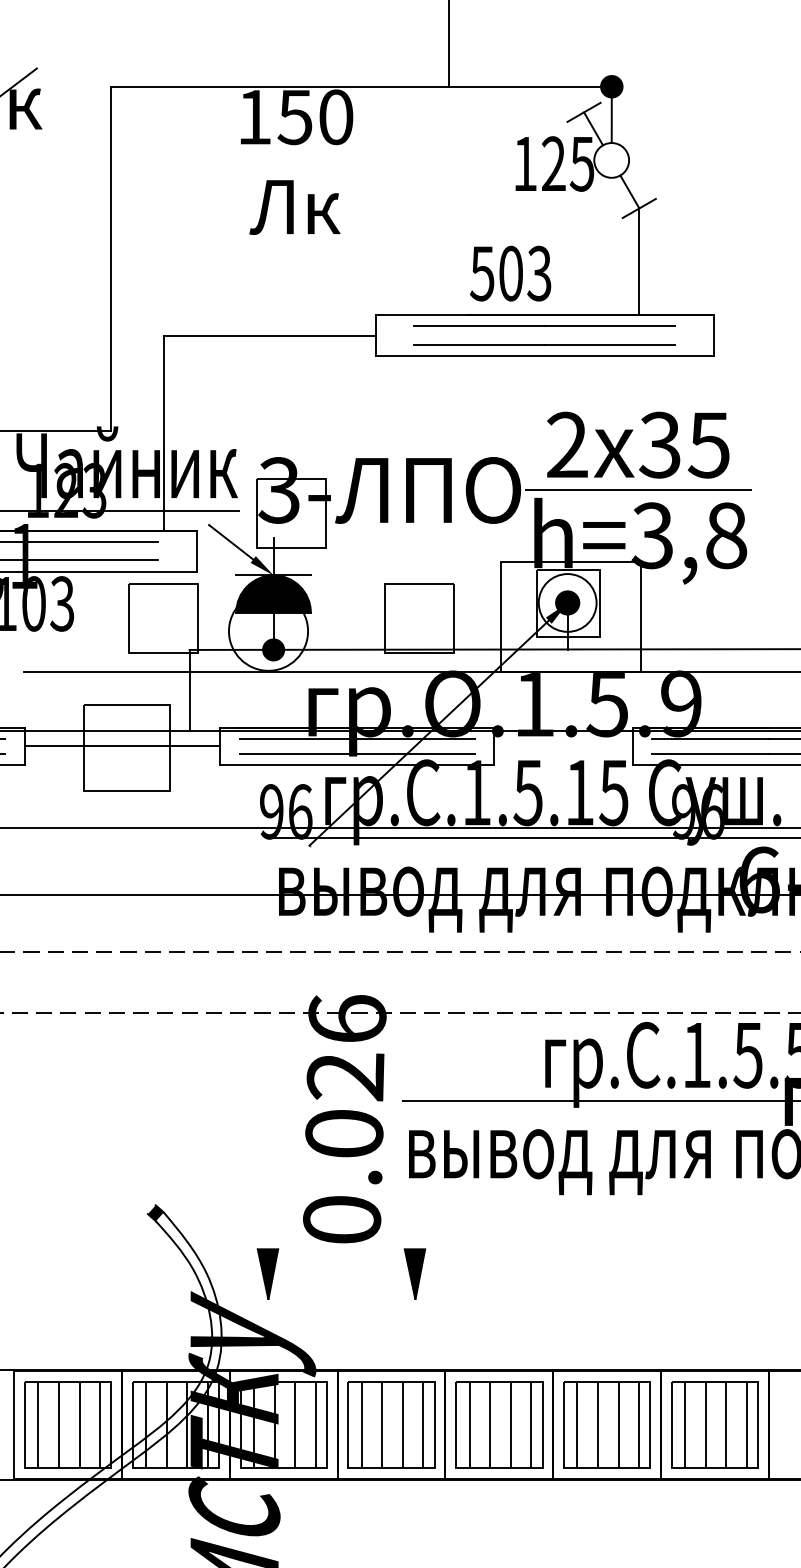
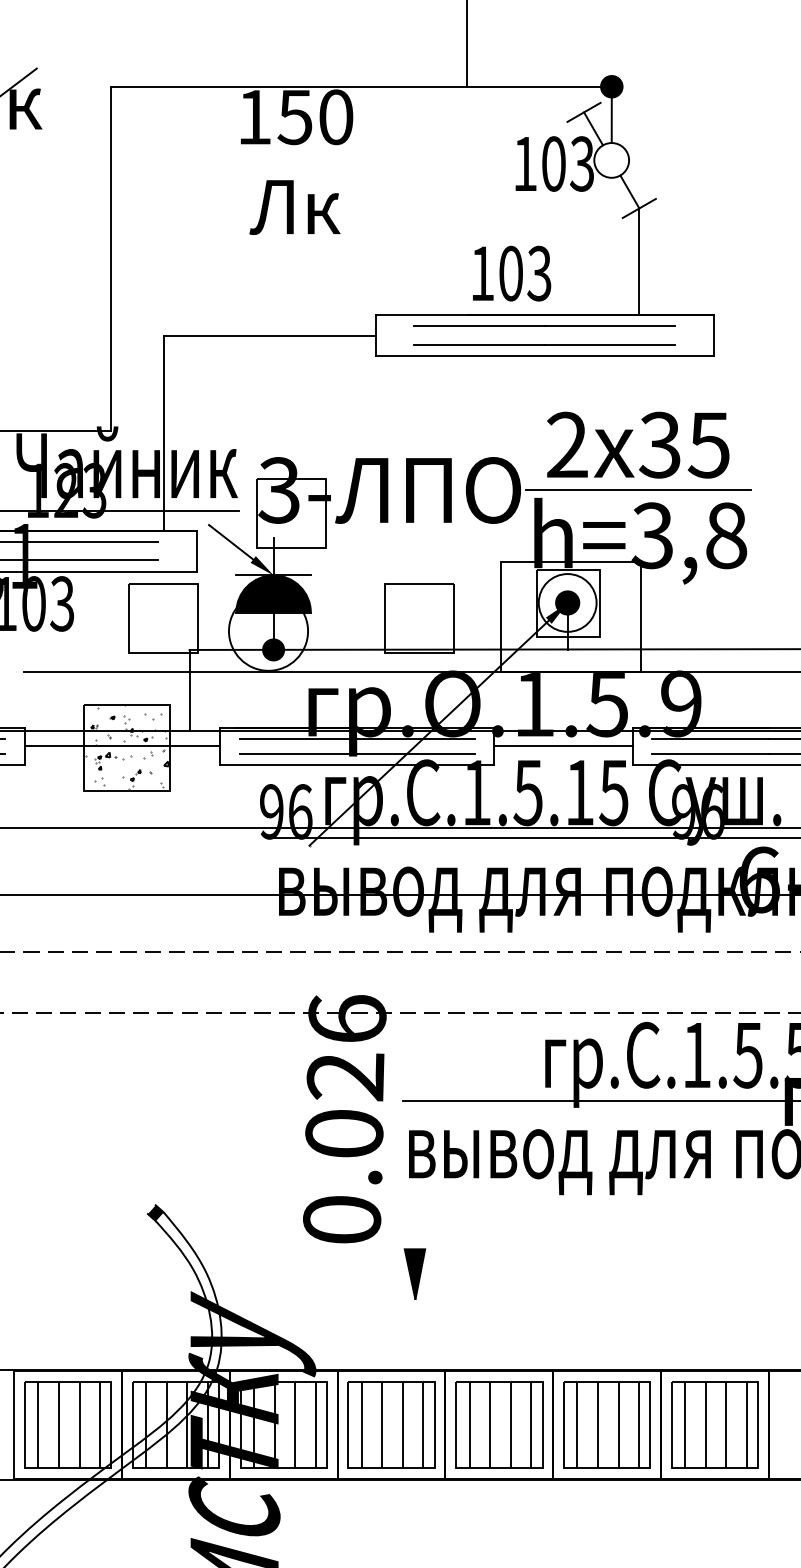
line at (448, 44) position: (448, 44) -> (466, 44)
text at (568, 163): 125 -> 103
text at (482, 273): 503 -> 103
hatch at (127, 746): none -> present
line at (563, 746): none -> present
part at (267, 1273): present -> none
